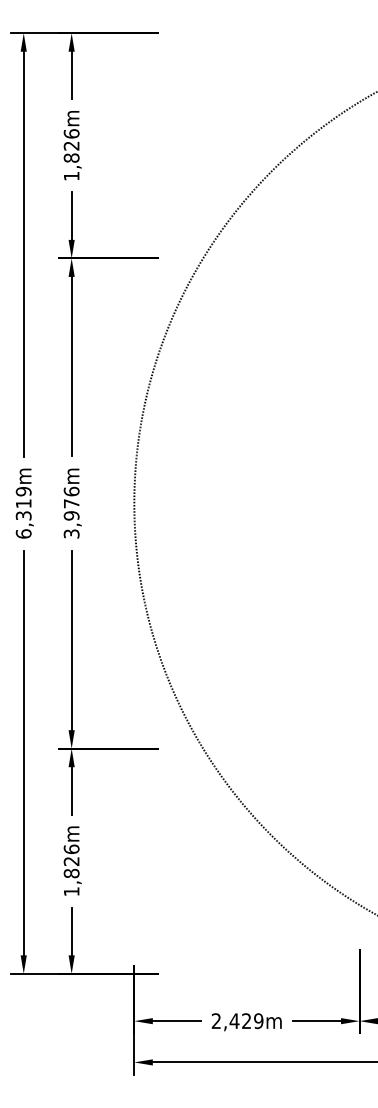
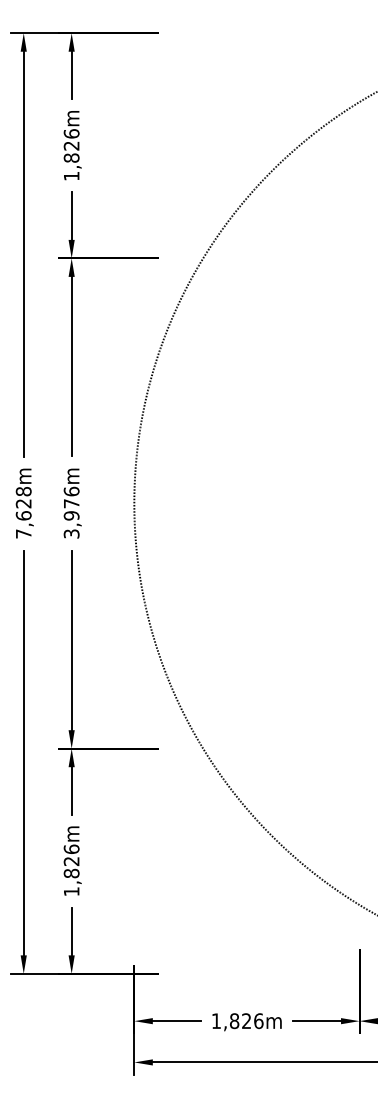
text at (23, 512): 6,319m -> 7,628m
text at (237, 1021): 2,429m -> 1,826m
